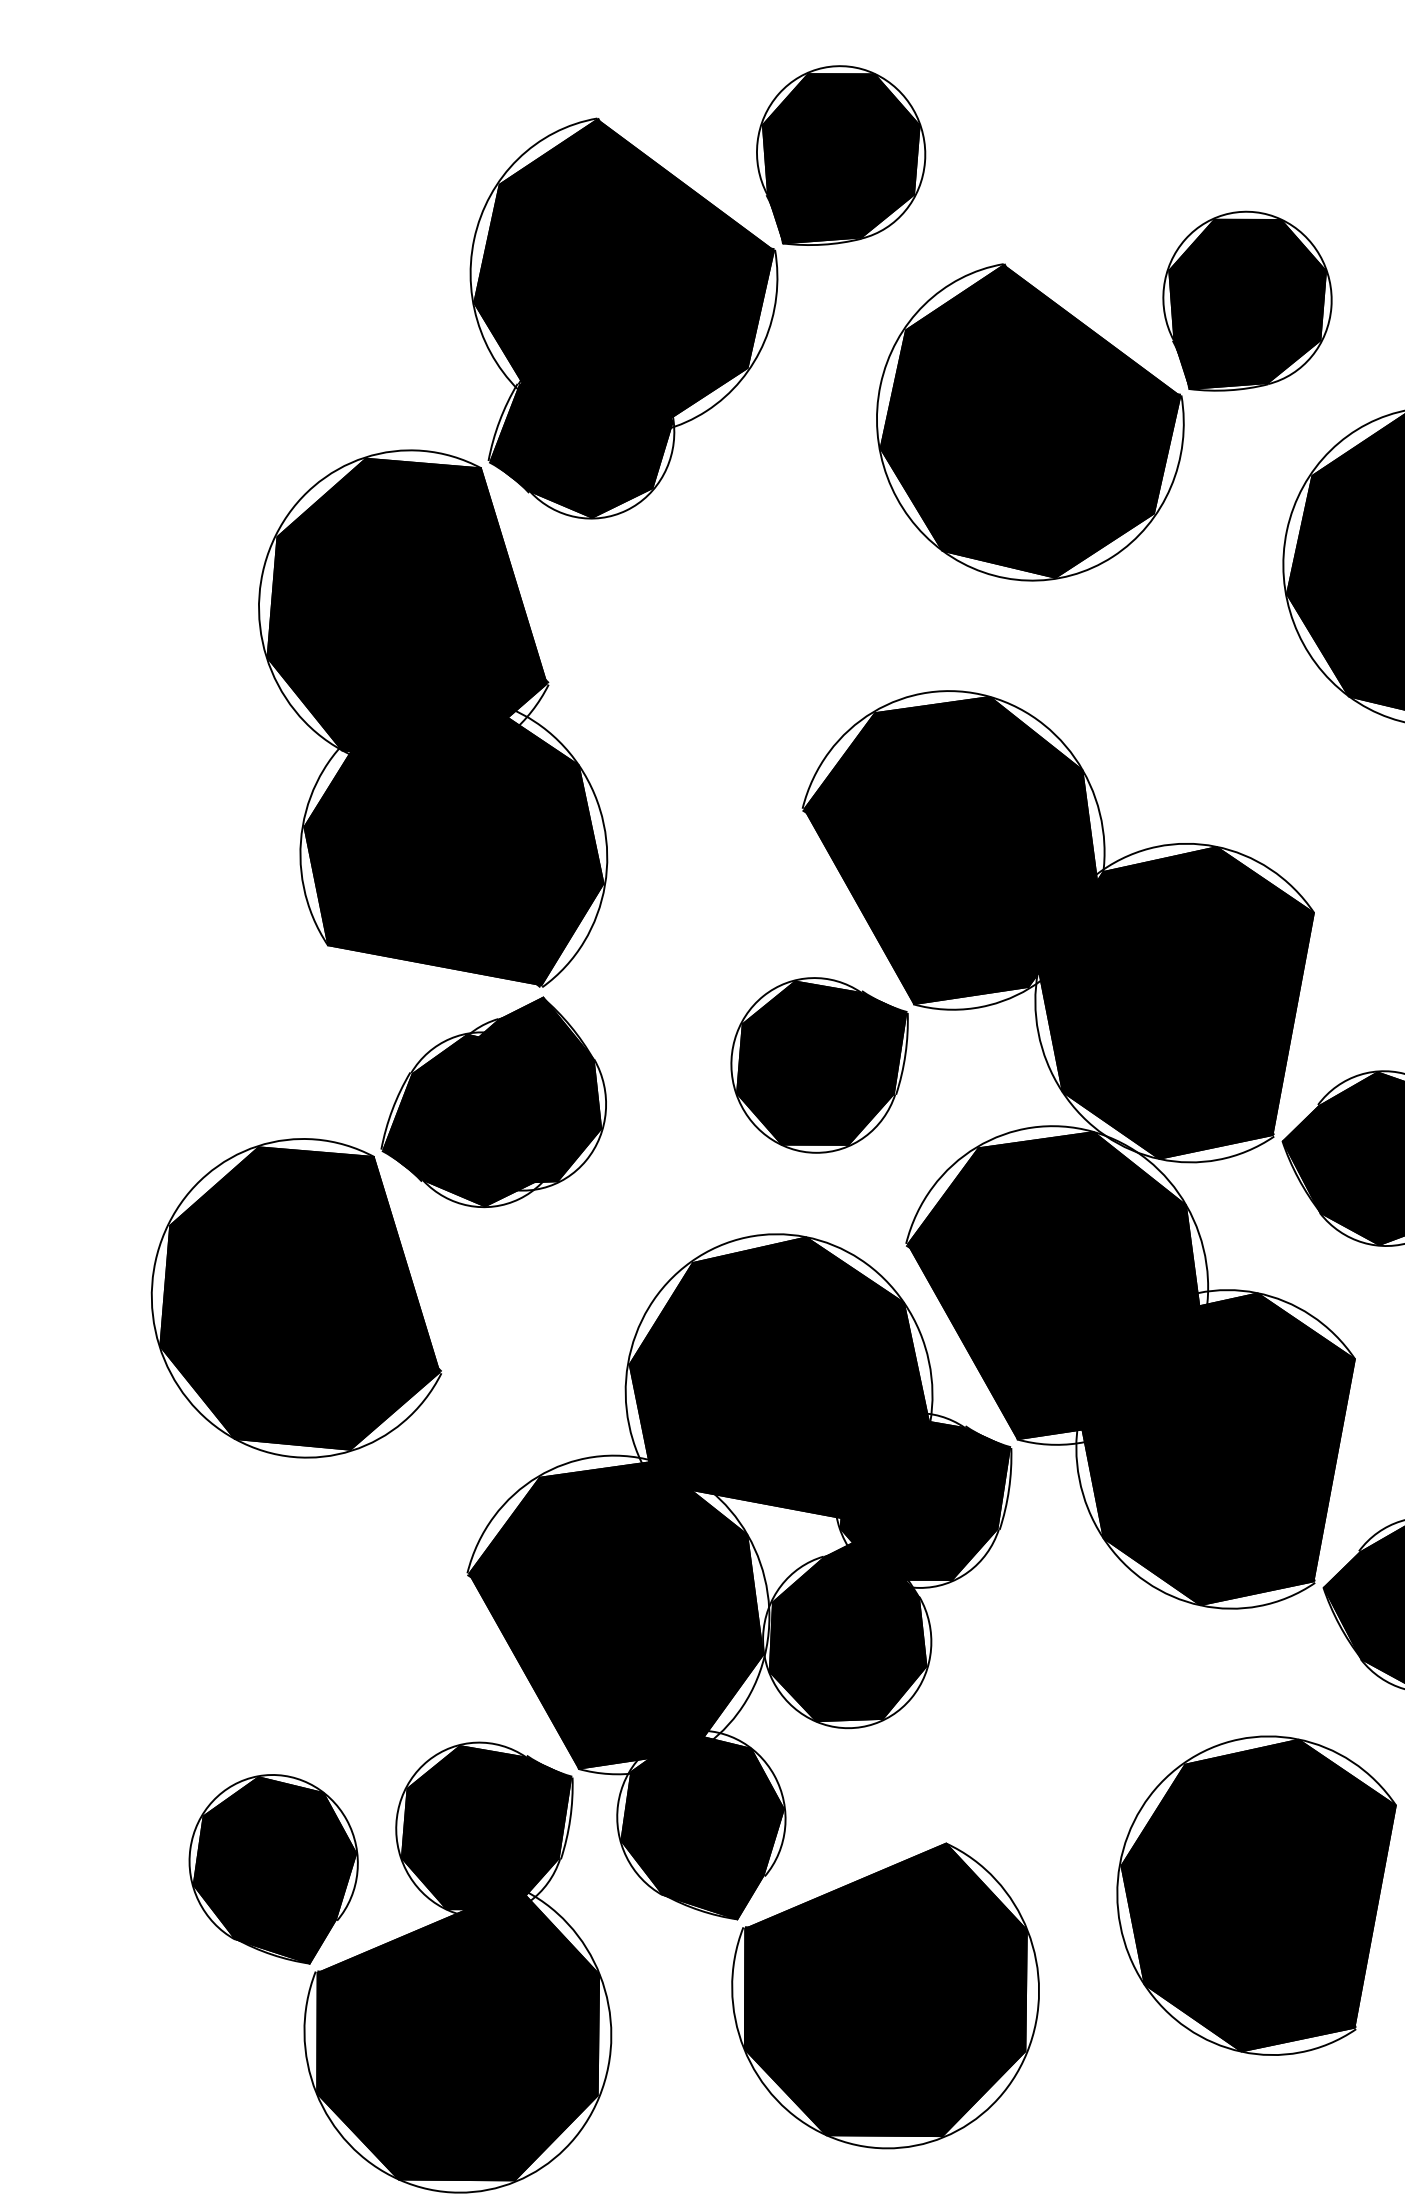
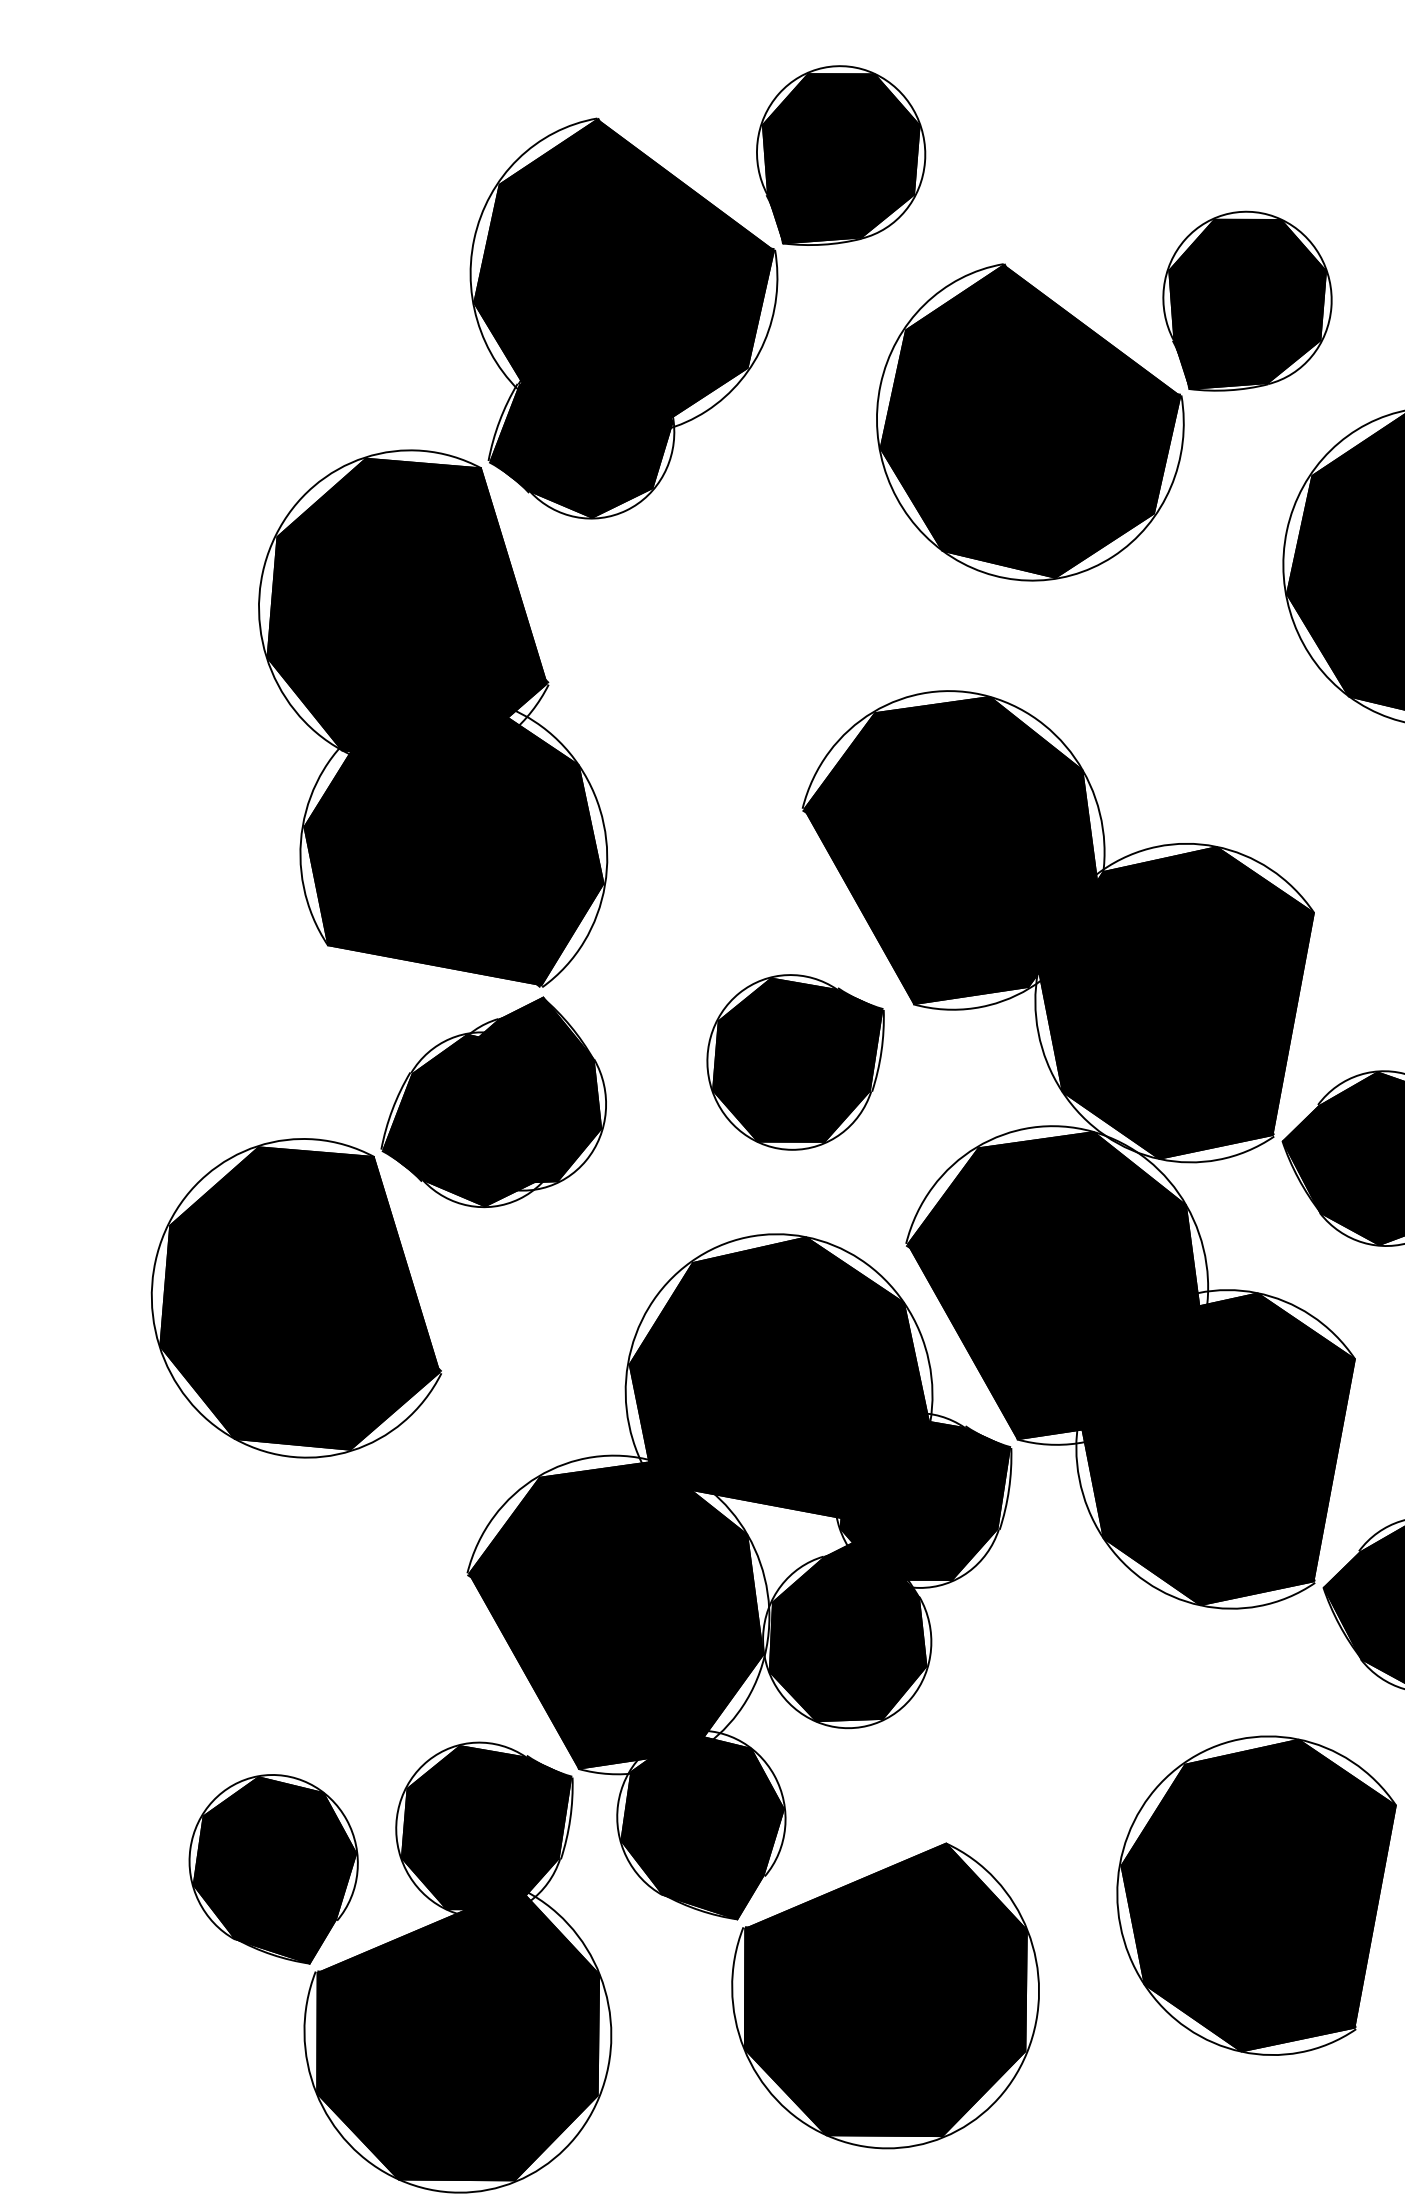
part at (819, 1065) position: (819, 1065) -> (795, 1062)
